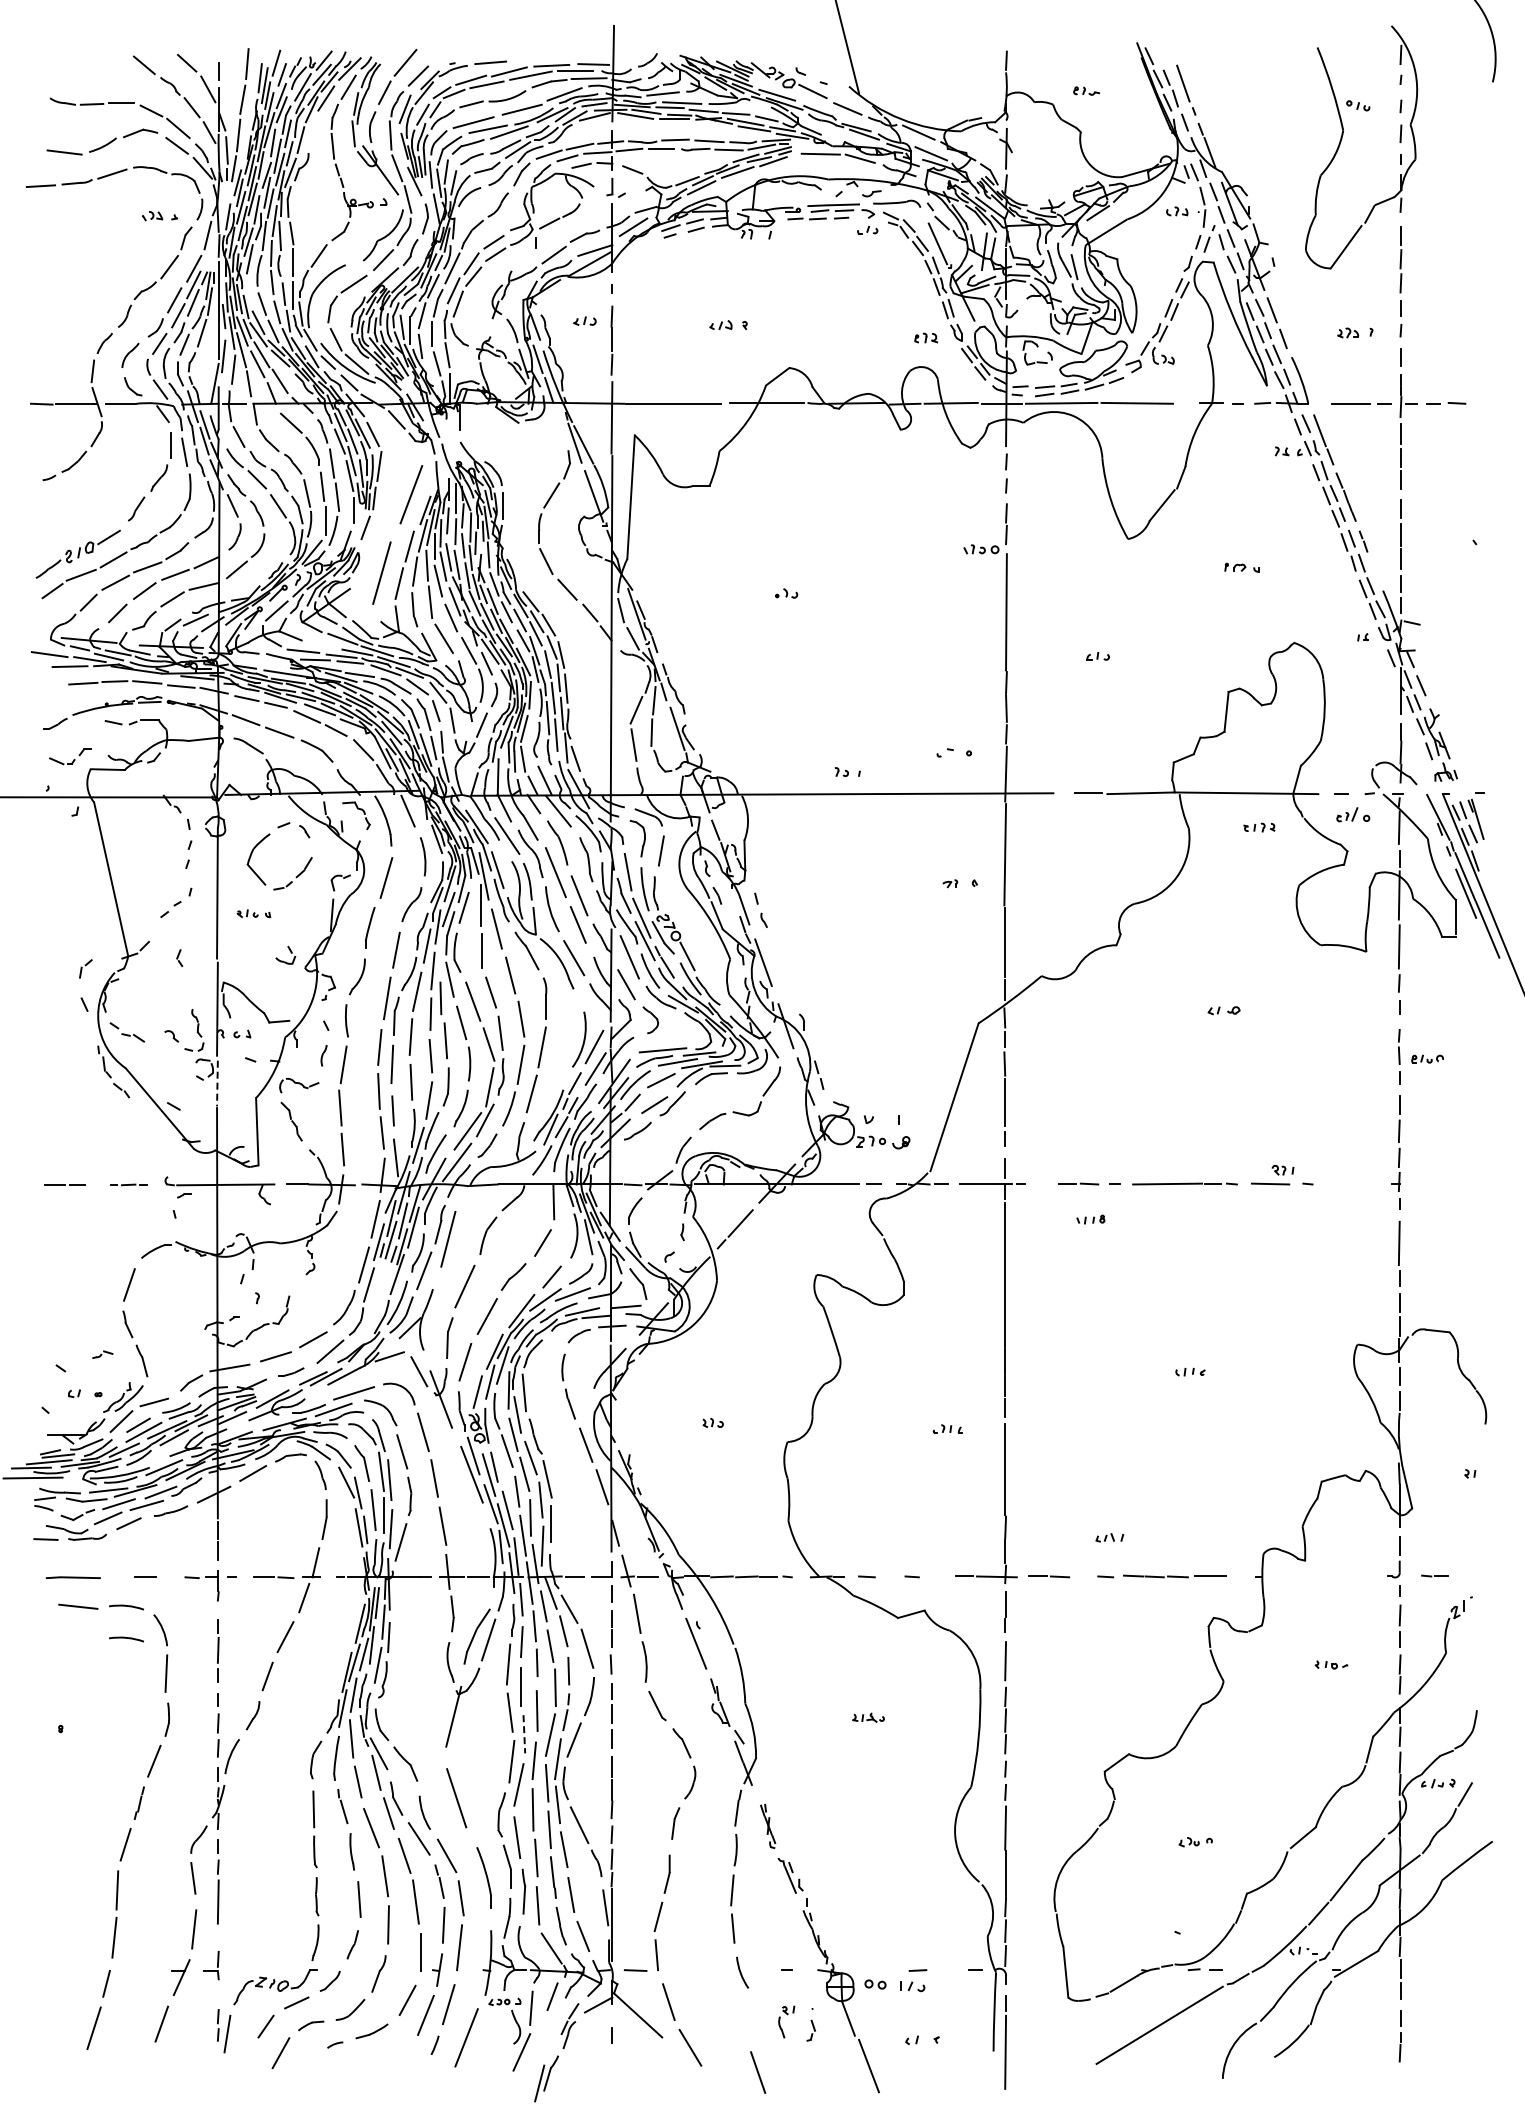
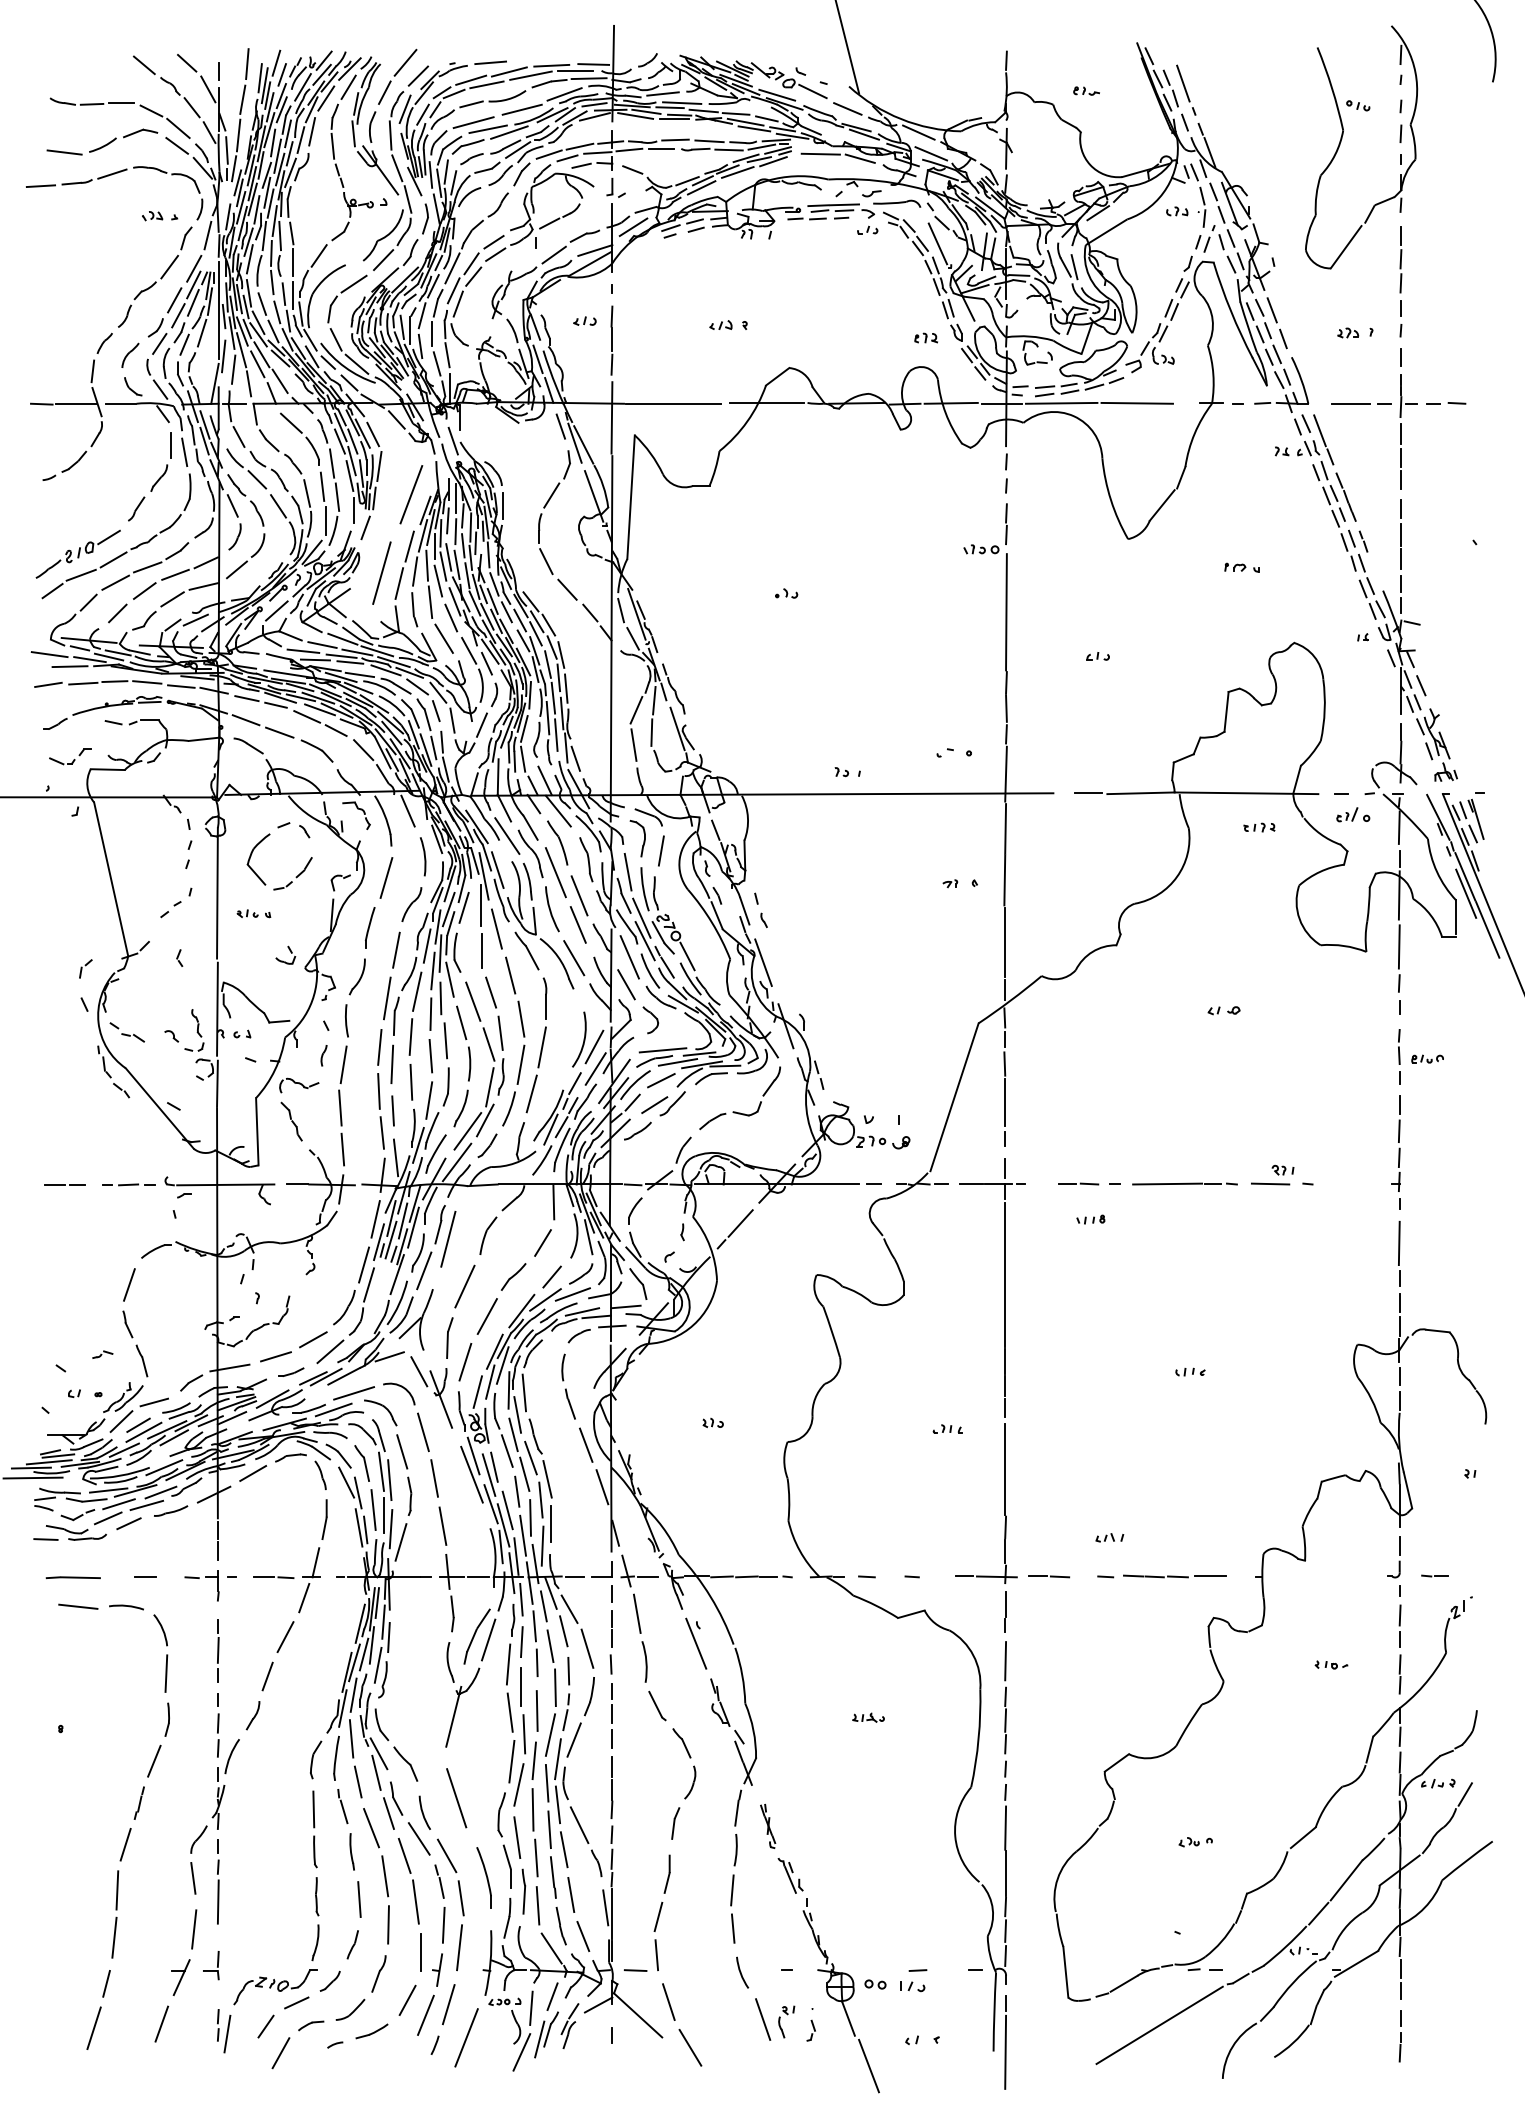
line at (312, 131): none -> present
line at (248, 293): none -> present
line at (560, 426): none -> present
line at (452, 440): none -> present
line at (322, 644): none -> present
line at (48, 684): none -> present
line at (440, 953): none -> present
line at (217, 1083): dashed -> solid
part at (128, 1184) size: 38x4 px -> 54x4 px
arc at (126, 1638): present -> none
line at (524, 1734): dashed -> solid
line at (758, 2072) position: (758, 2072) -> (763, 2019)
part at (546, 2078) position: (546, 2078) -> (546, 2034)
